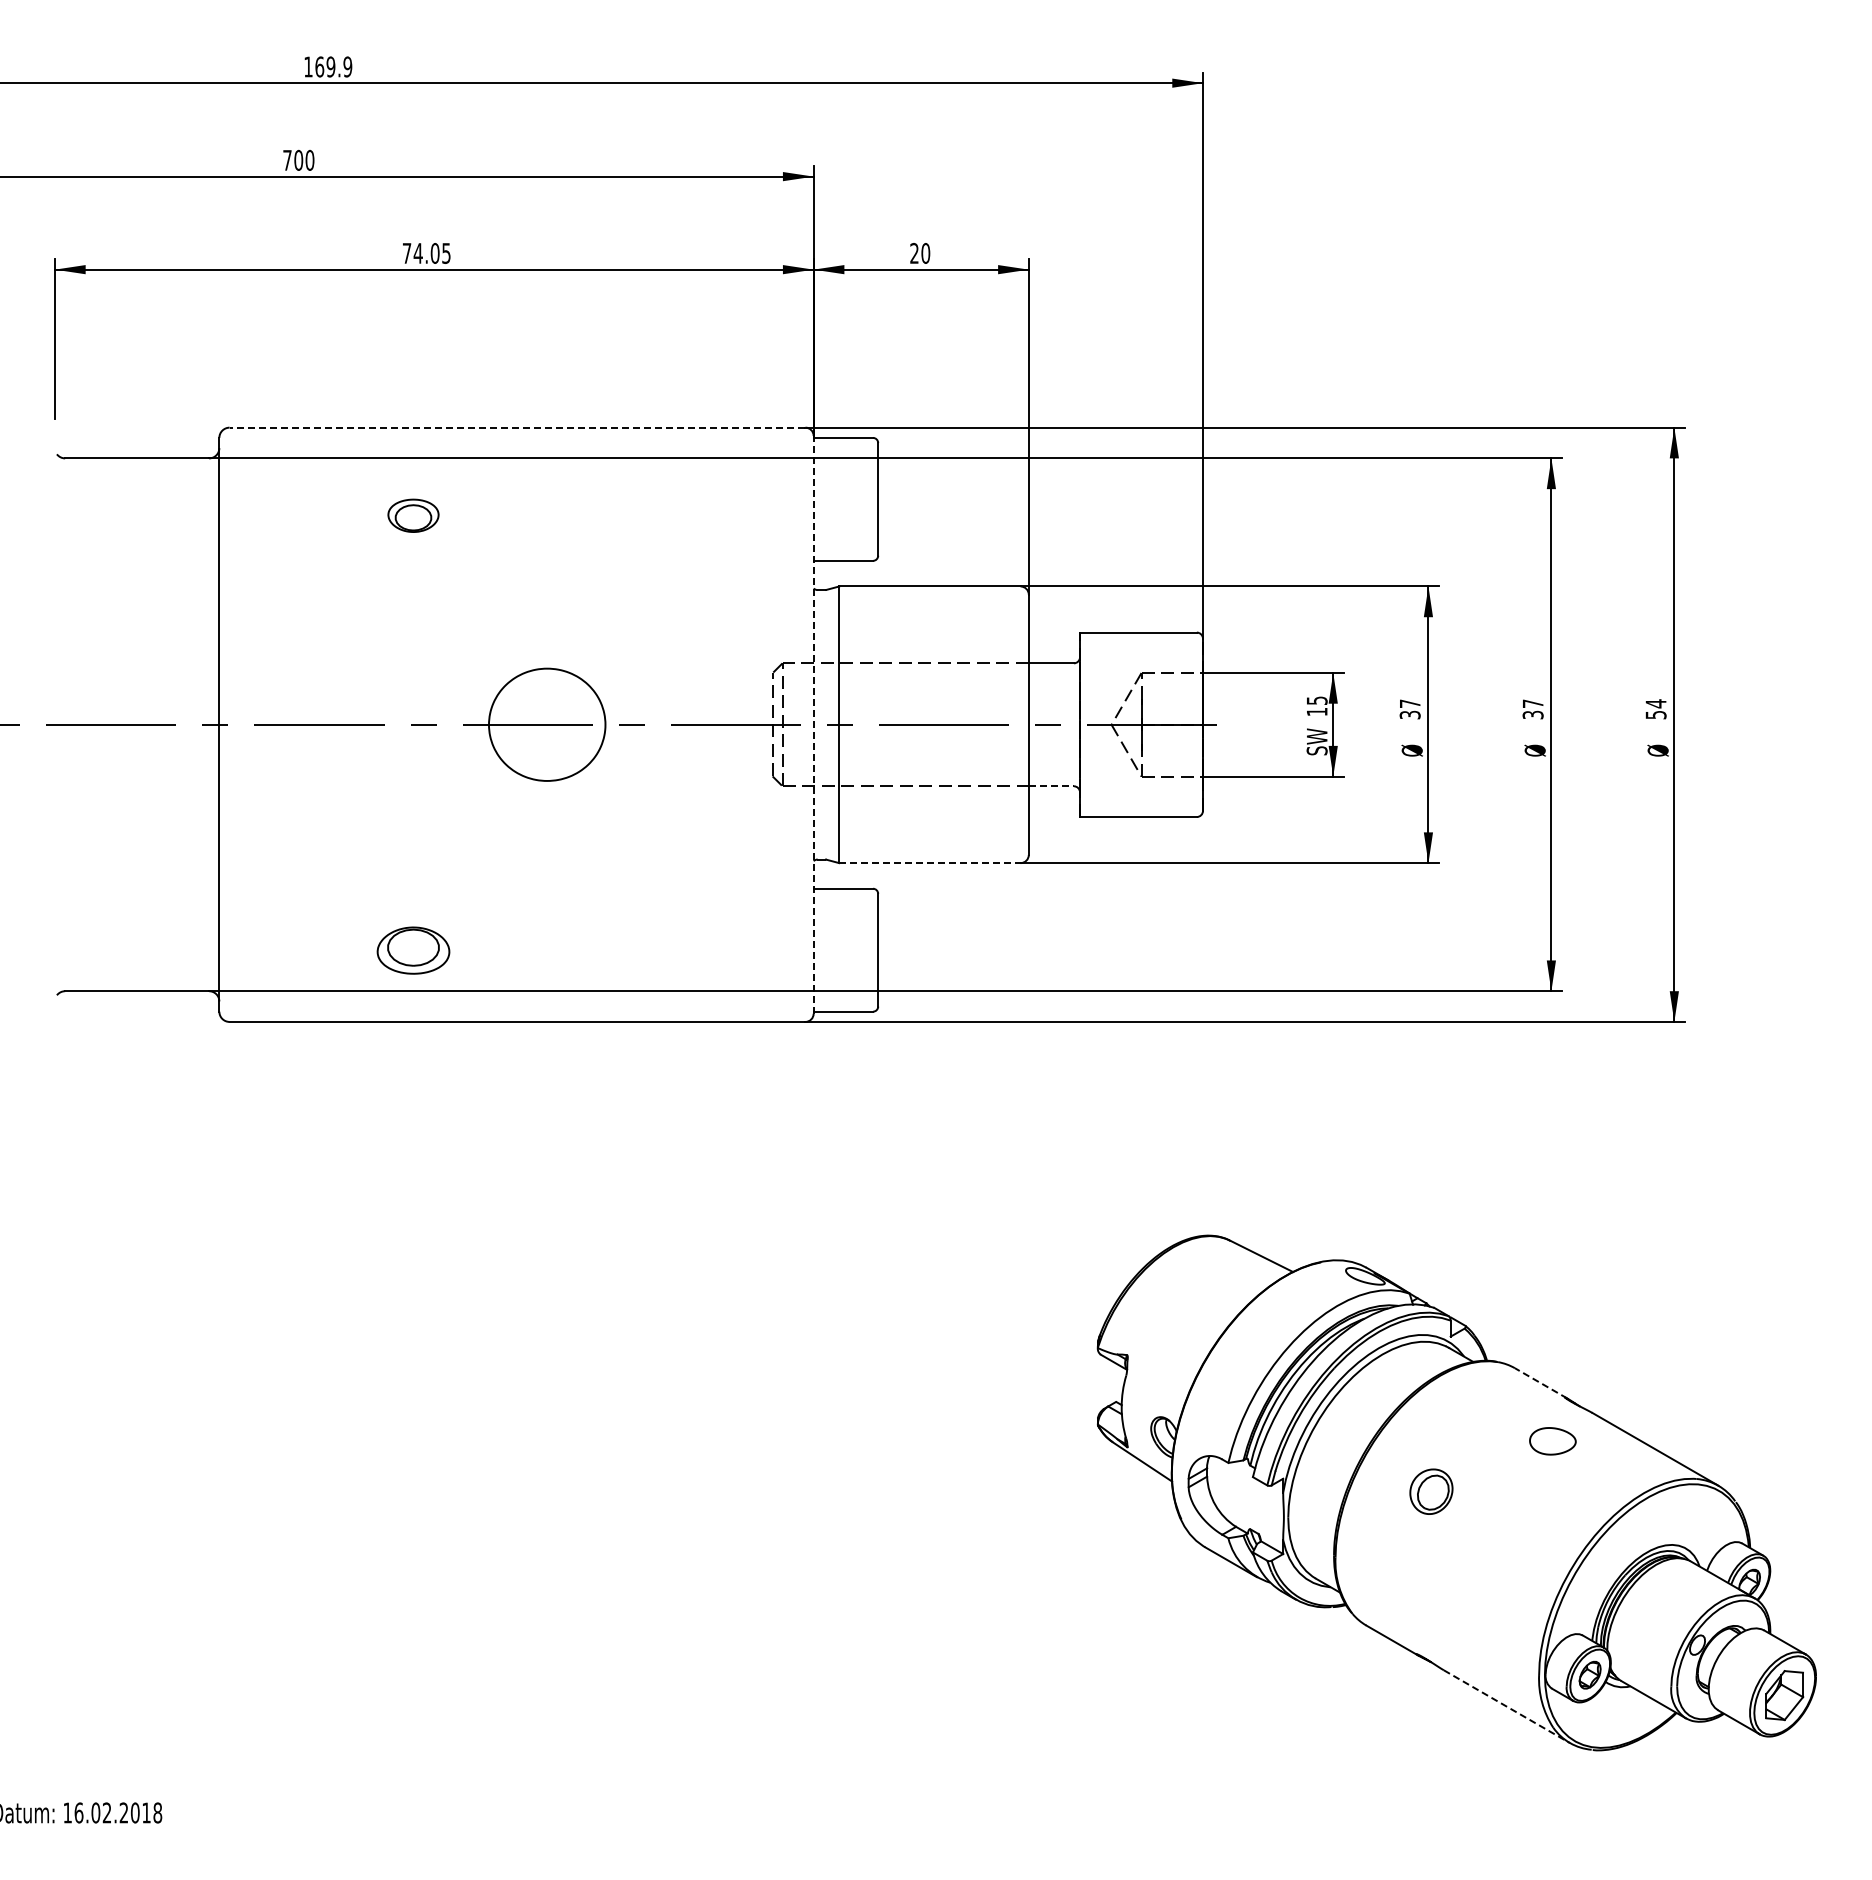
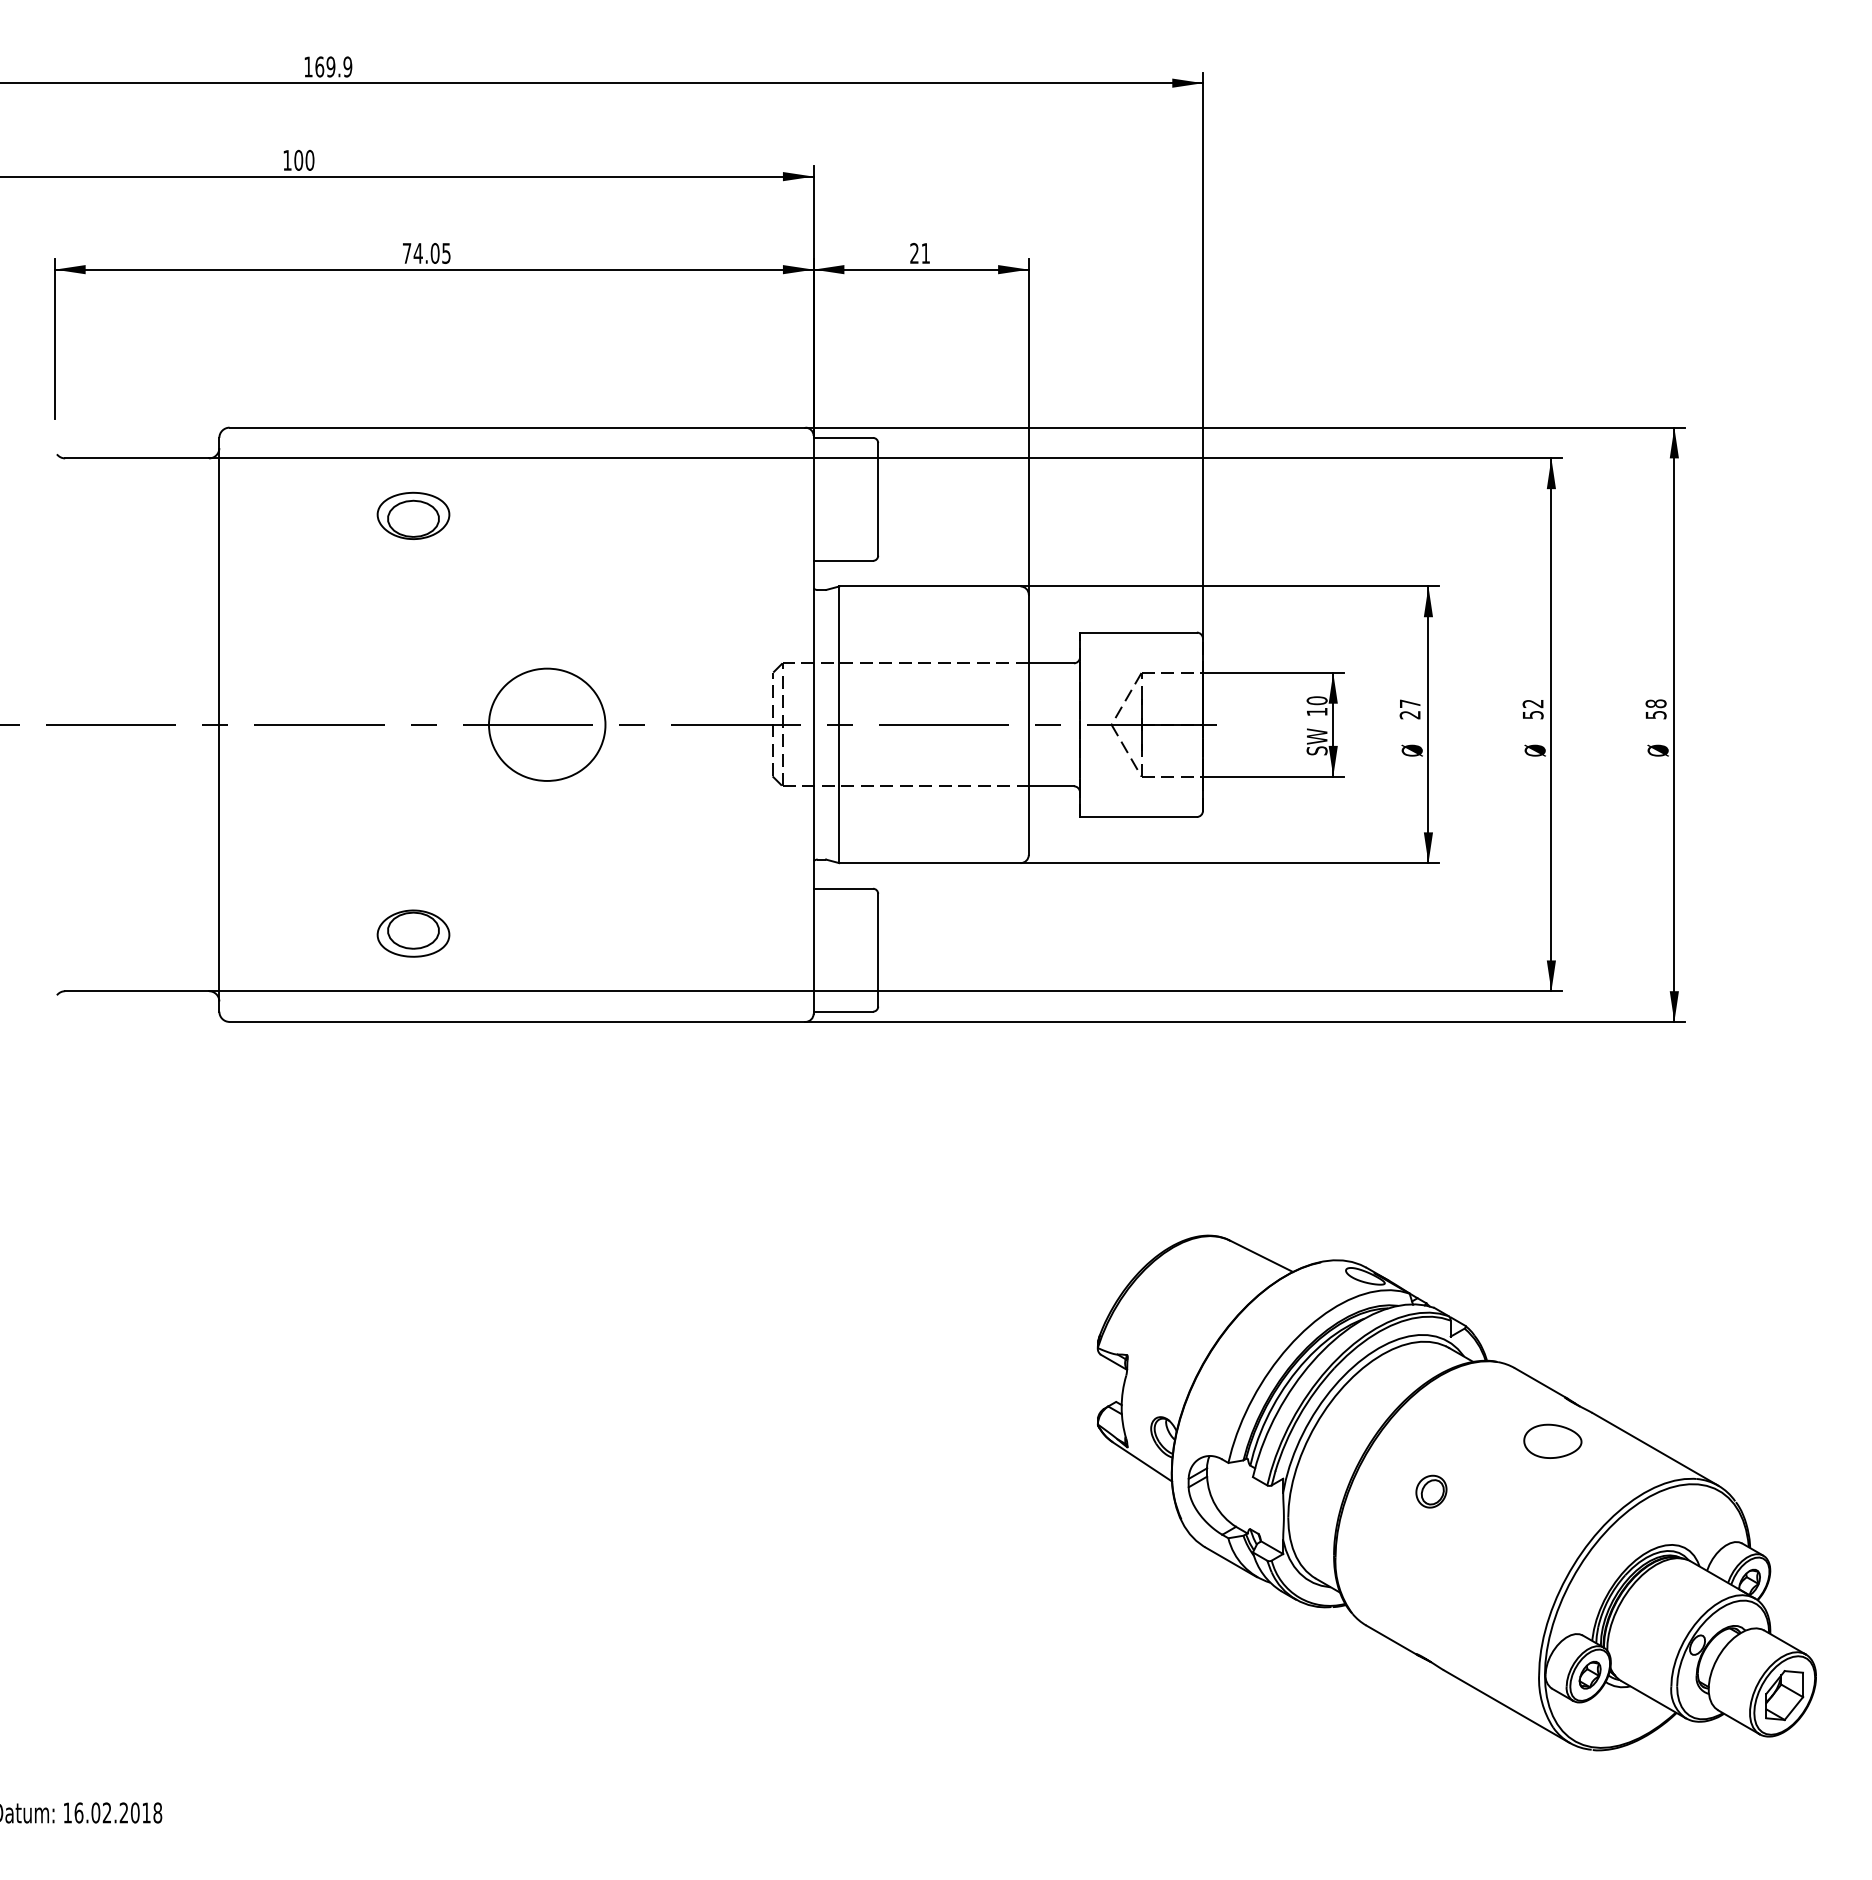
text at (287, 160): 700 -> 100
text at (925, 253): 20 -> 21
line at (517, 427): dashed -> solid
part at (413, 515) size: 53x35 px -> 75x49 px
text at (1316, 700): 15 -> 10
text at (1655, 703): 54 -> 58
text at (1532, 708): 37 -> 52
text at (1410, 714): 37 -> 27
line at (813, 724): dashed -> solid
line at (1051, 786): dashed -> solid
line at (929, 863): dashed -> solid
part at (413, 950) position: (413, 950) -> (413, 933)
line at (1540, 1383): dashed -> solid
part at (1552, 1441) size: 48x29 px -> 60x36 px
part at (1431, 1491) size: 45x47 px -> 33x35 px
line at (1506, 1706): dashed -> solid
